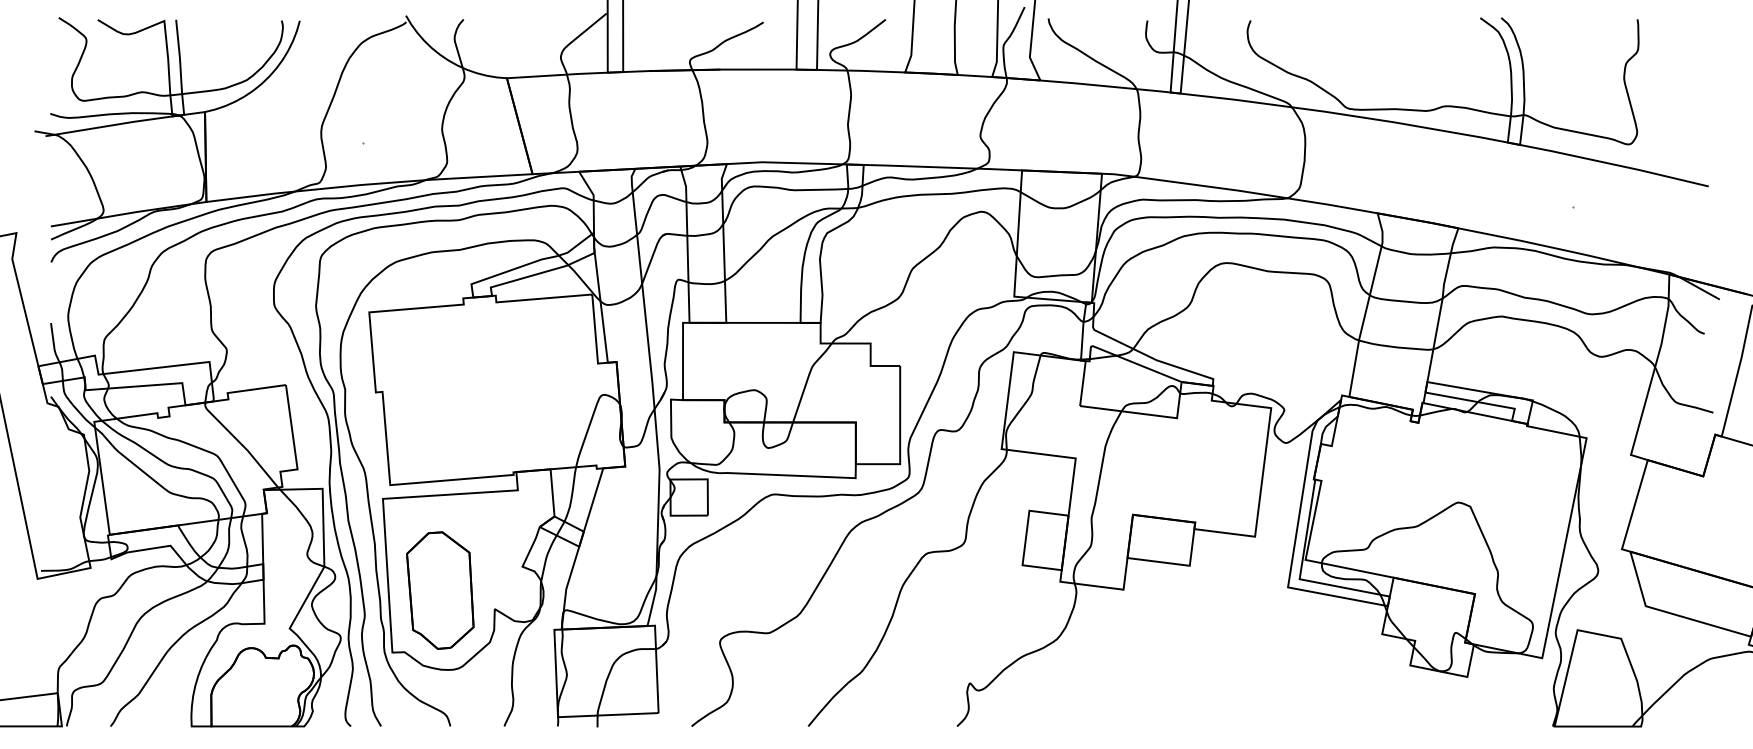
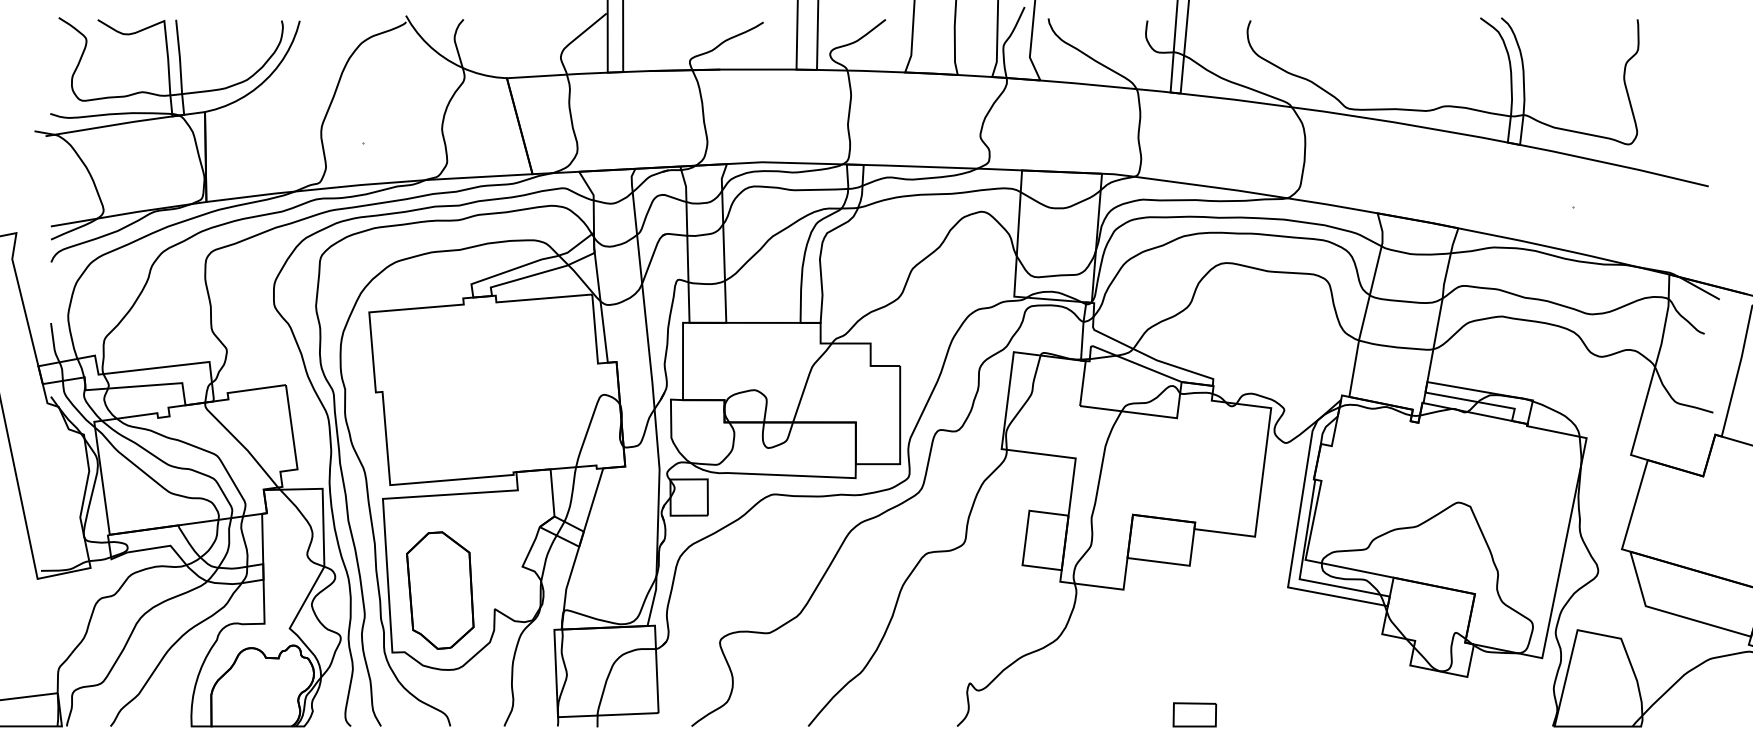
part at (1194, 714): none -> present
